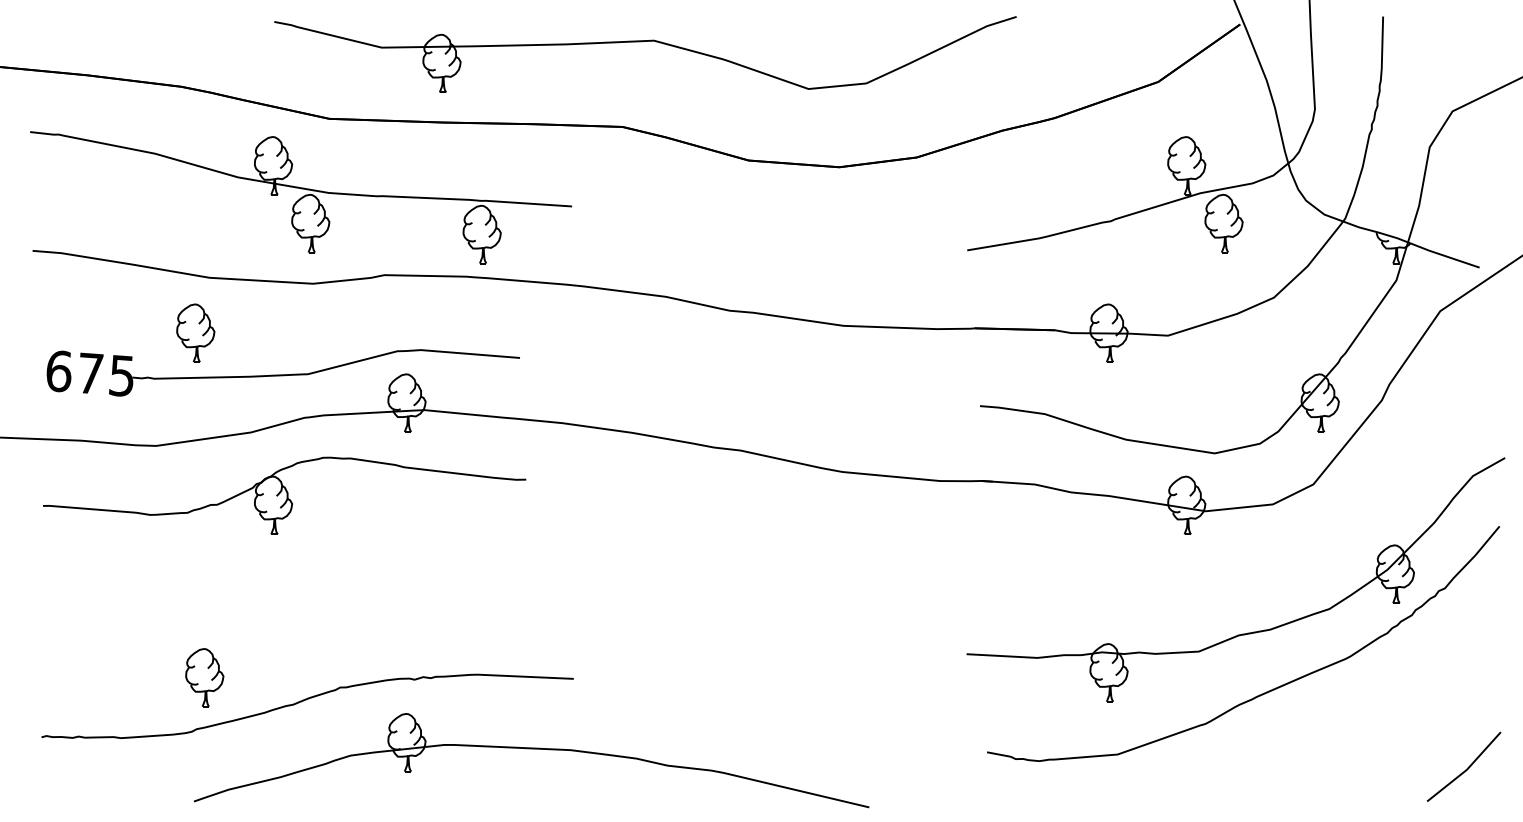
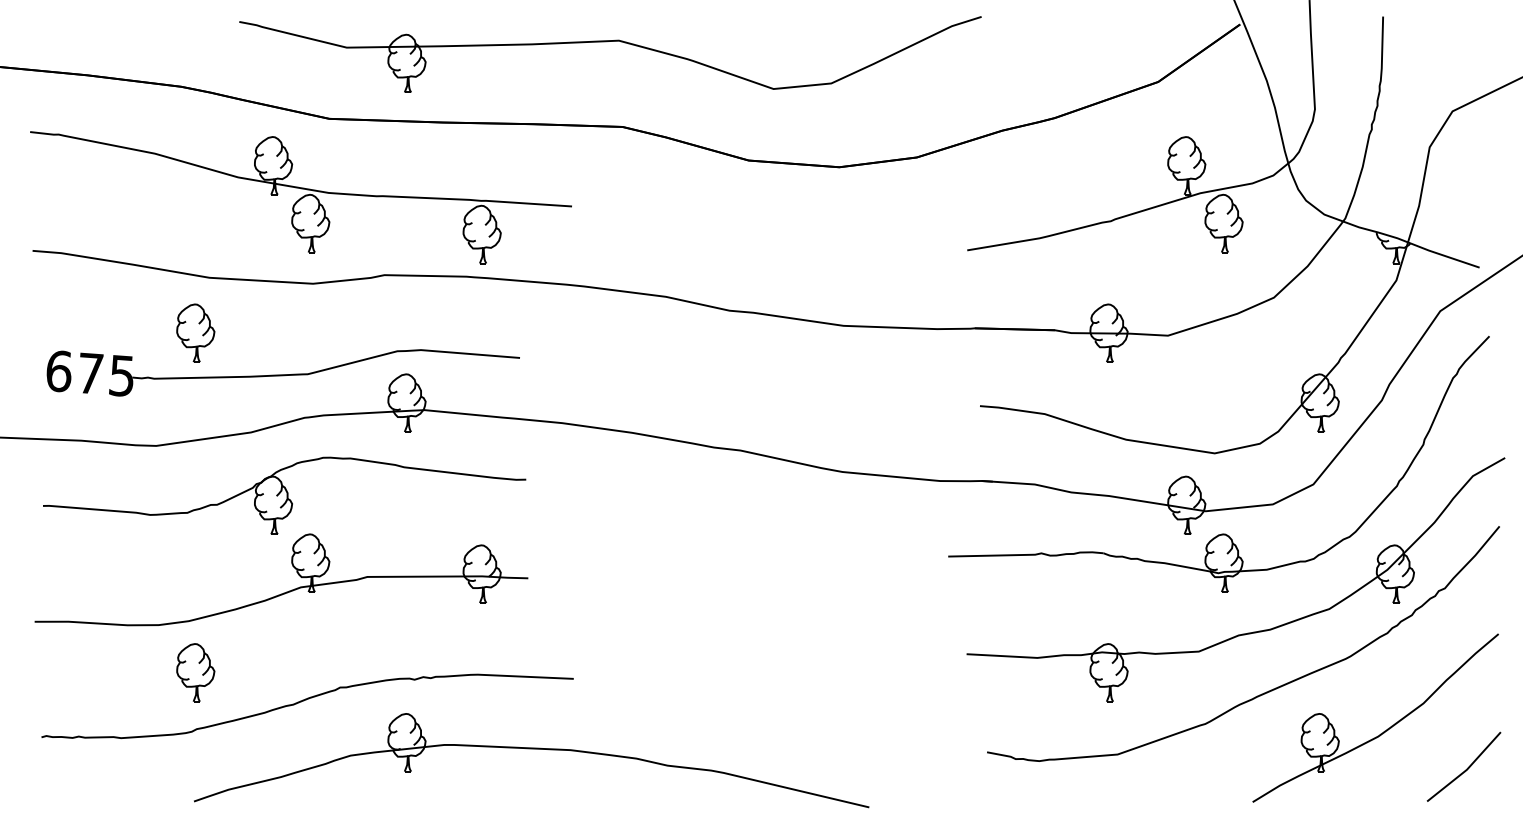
part at (642, 42) position: (642, 42) -> (607, 42)
part at (1221, 533): none -> present
part at (286, 591): none -> present
part at (204, 677) position: (204, 677) -> (195, 672)
part at (1384, 730): none -> present
